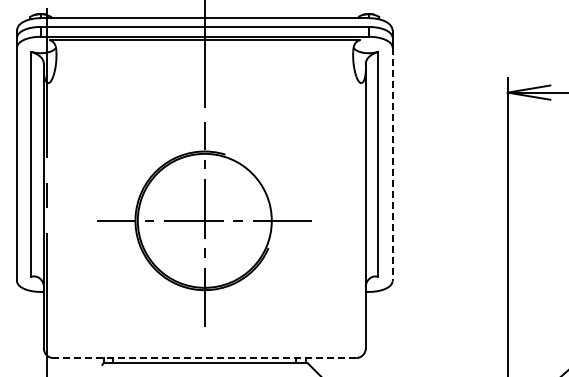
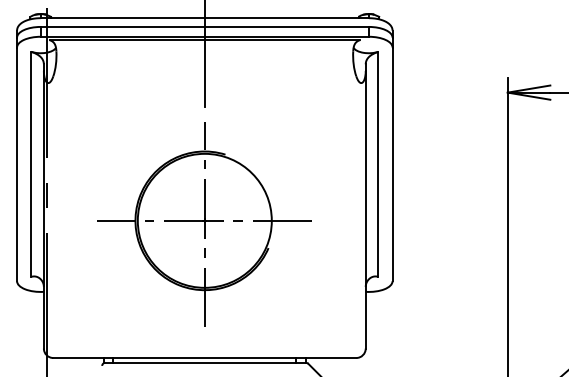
line at (392, 164): dashed -> solid
line at (204, 358): dashed -> solid
